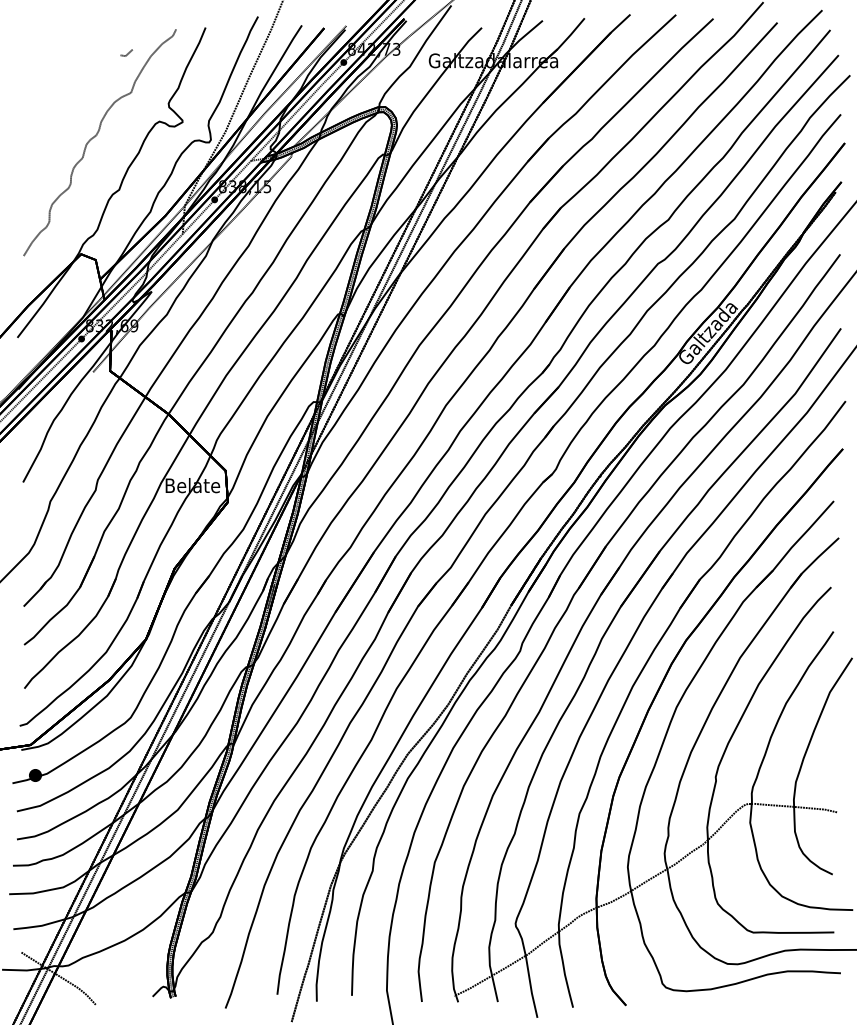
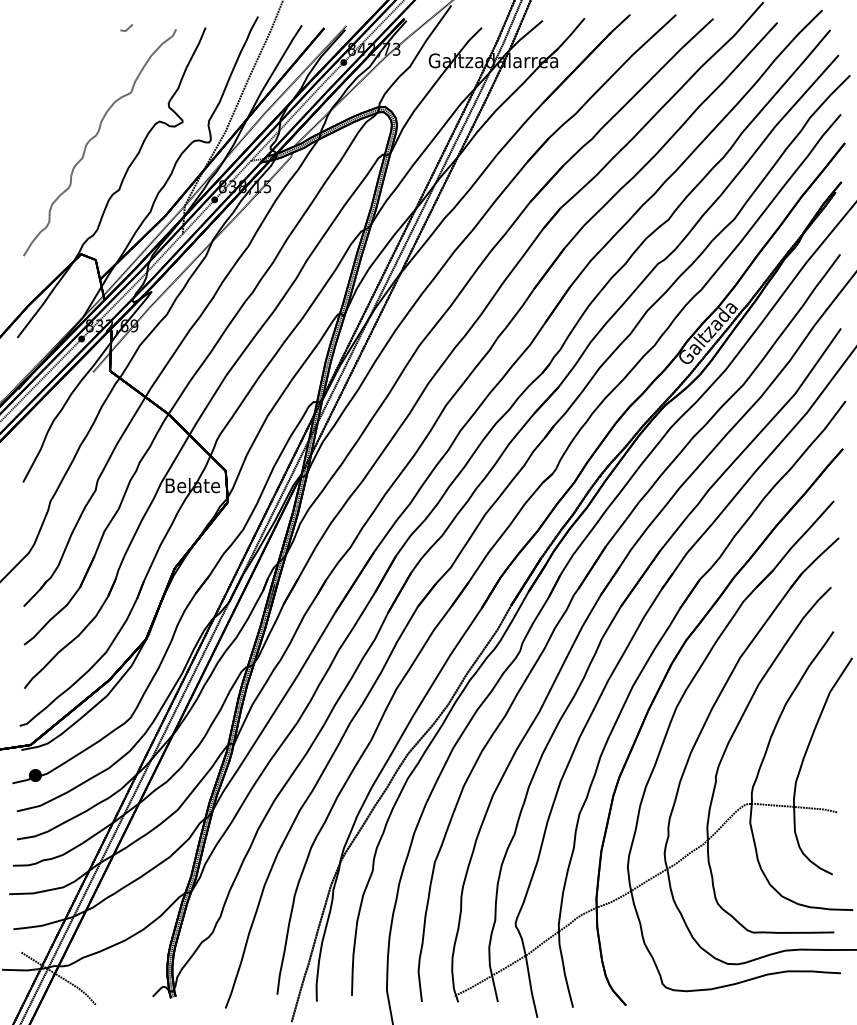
line at (127, 53) position: (127, 53) -> (127, 28)
